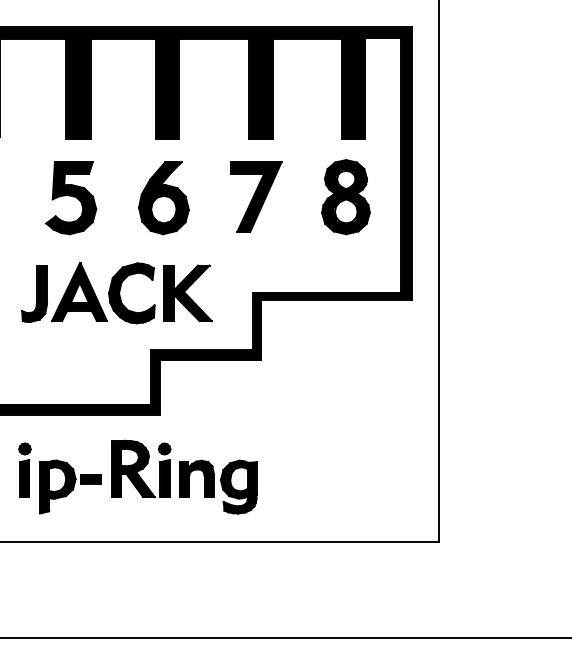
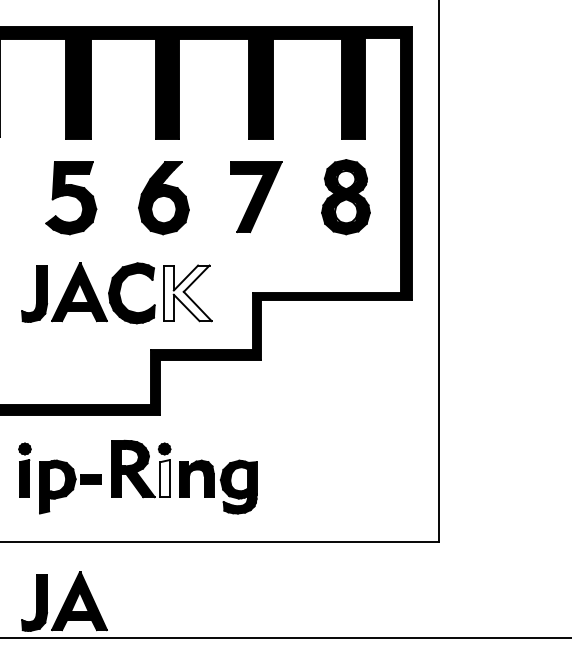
fill at (187, 293): present -> none
fill at (164, 478): present -> none
part at (64, 601): none -> present
